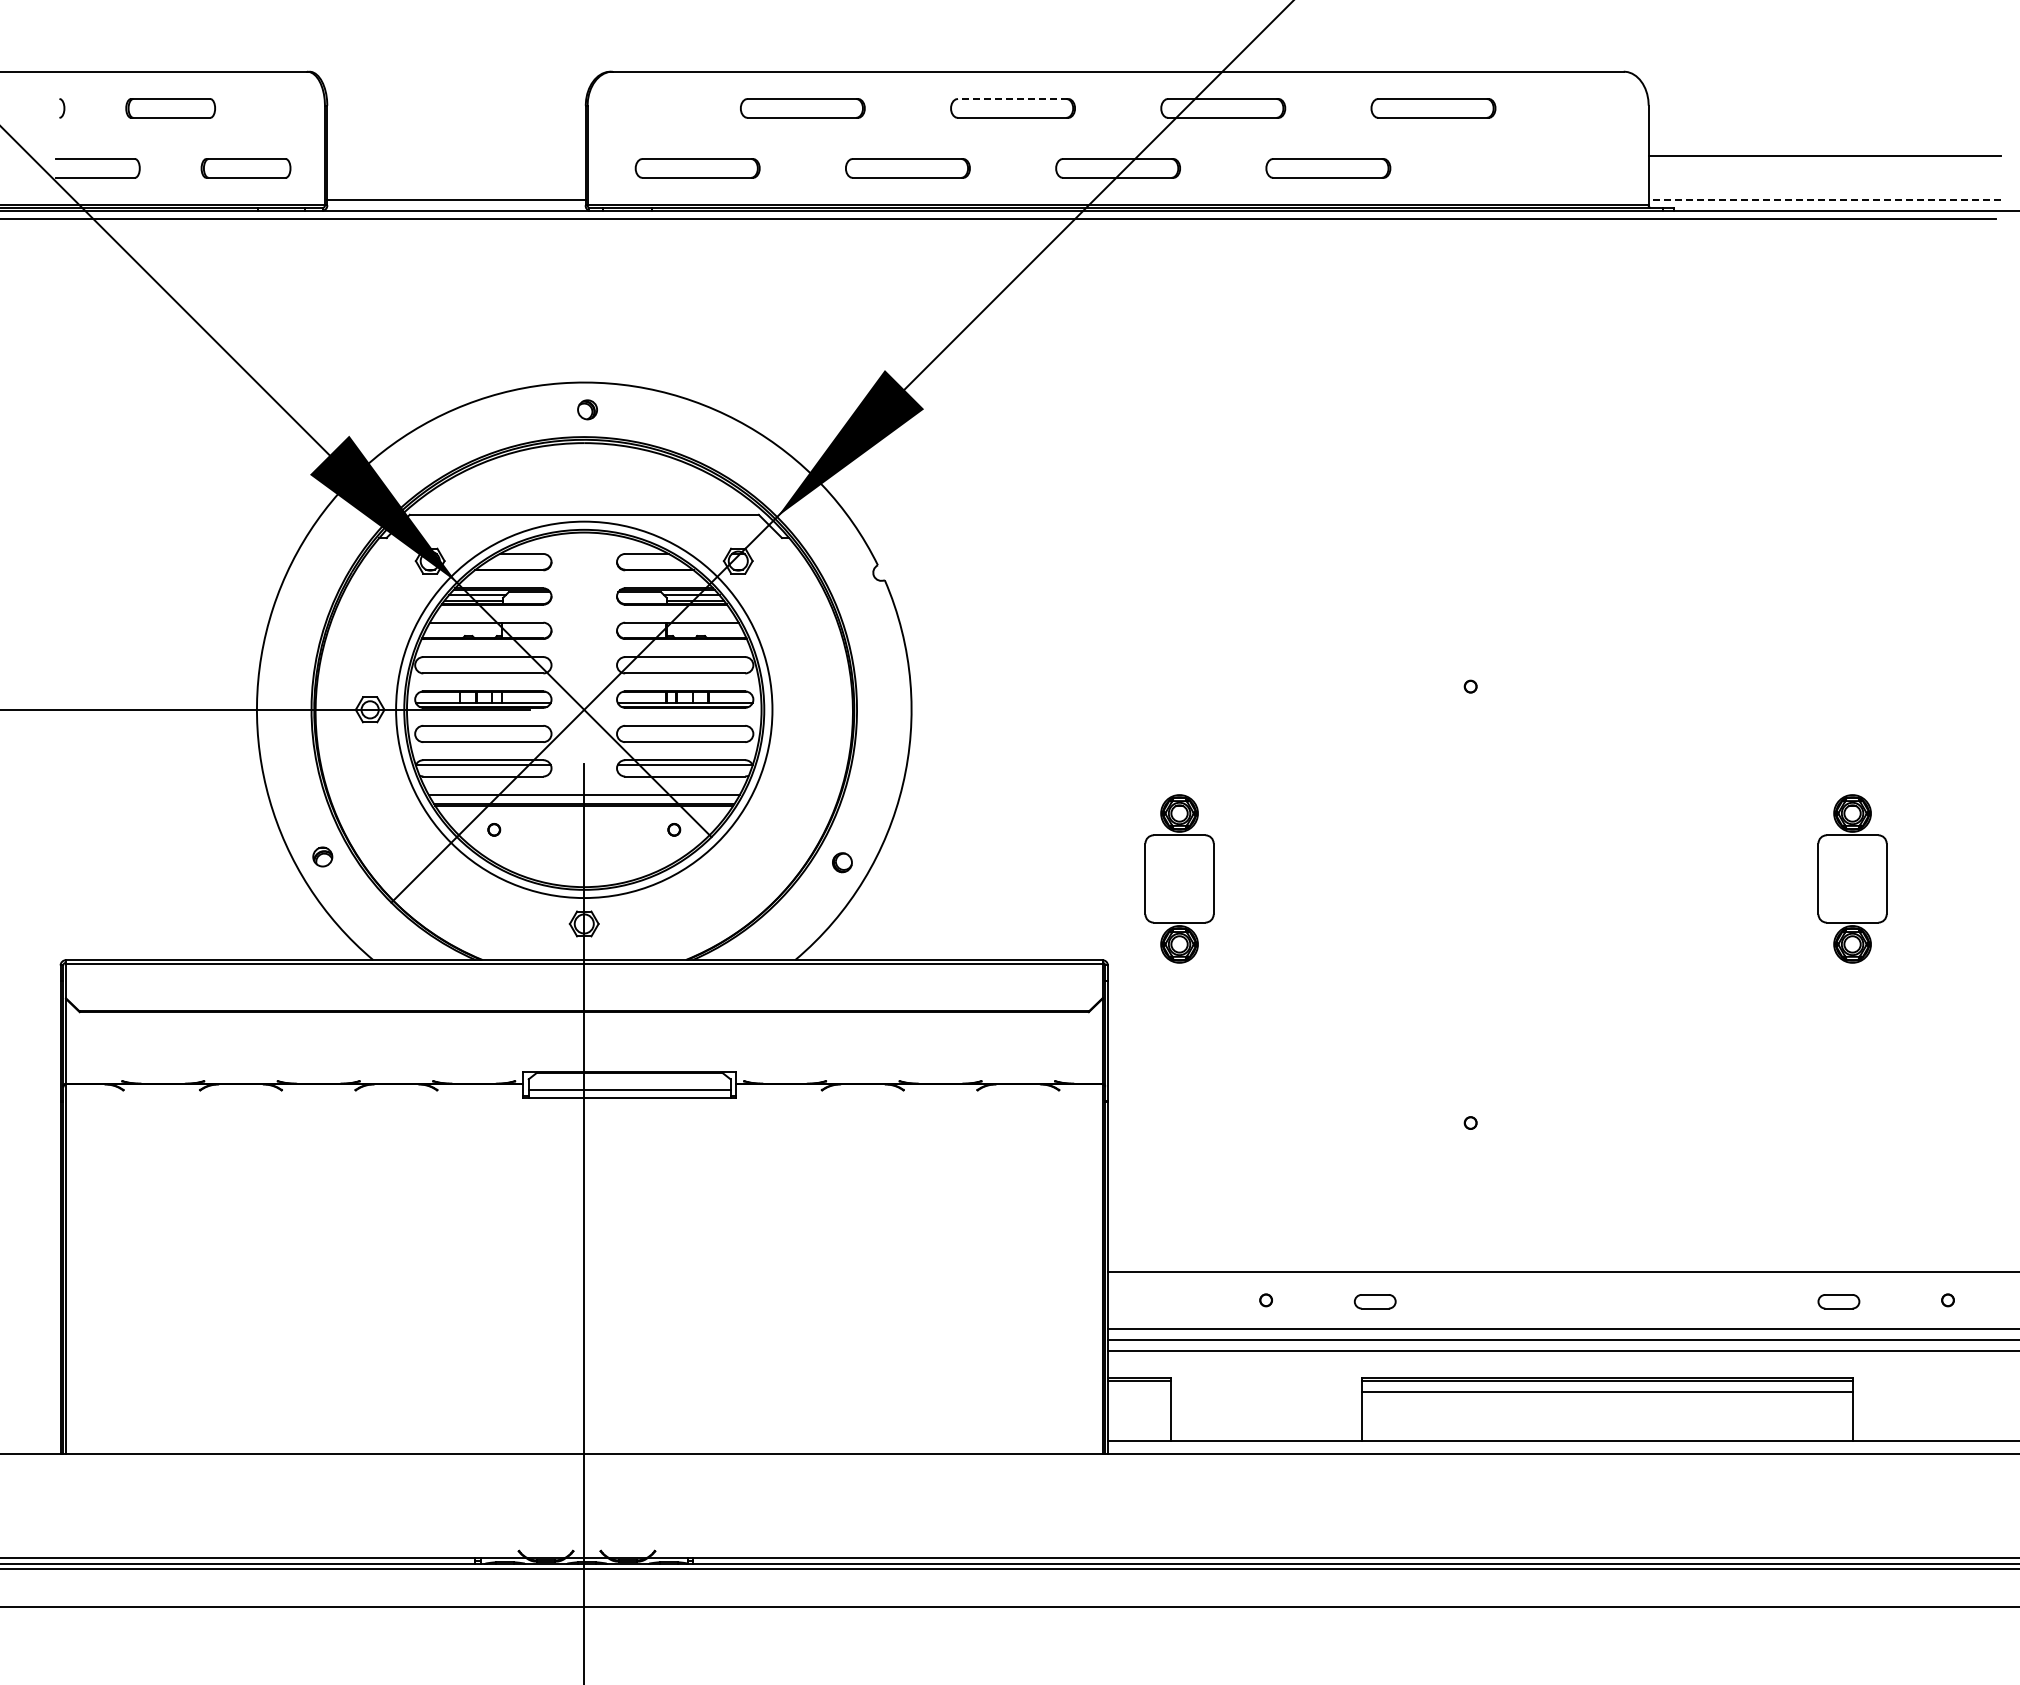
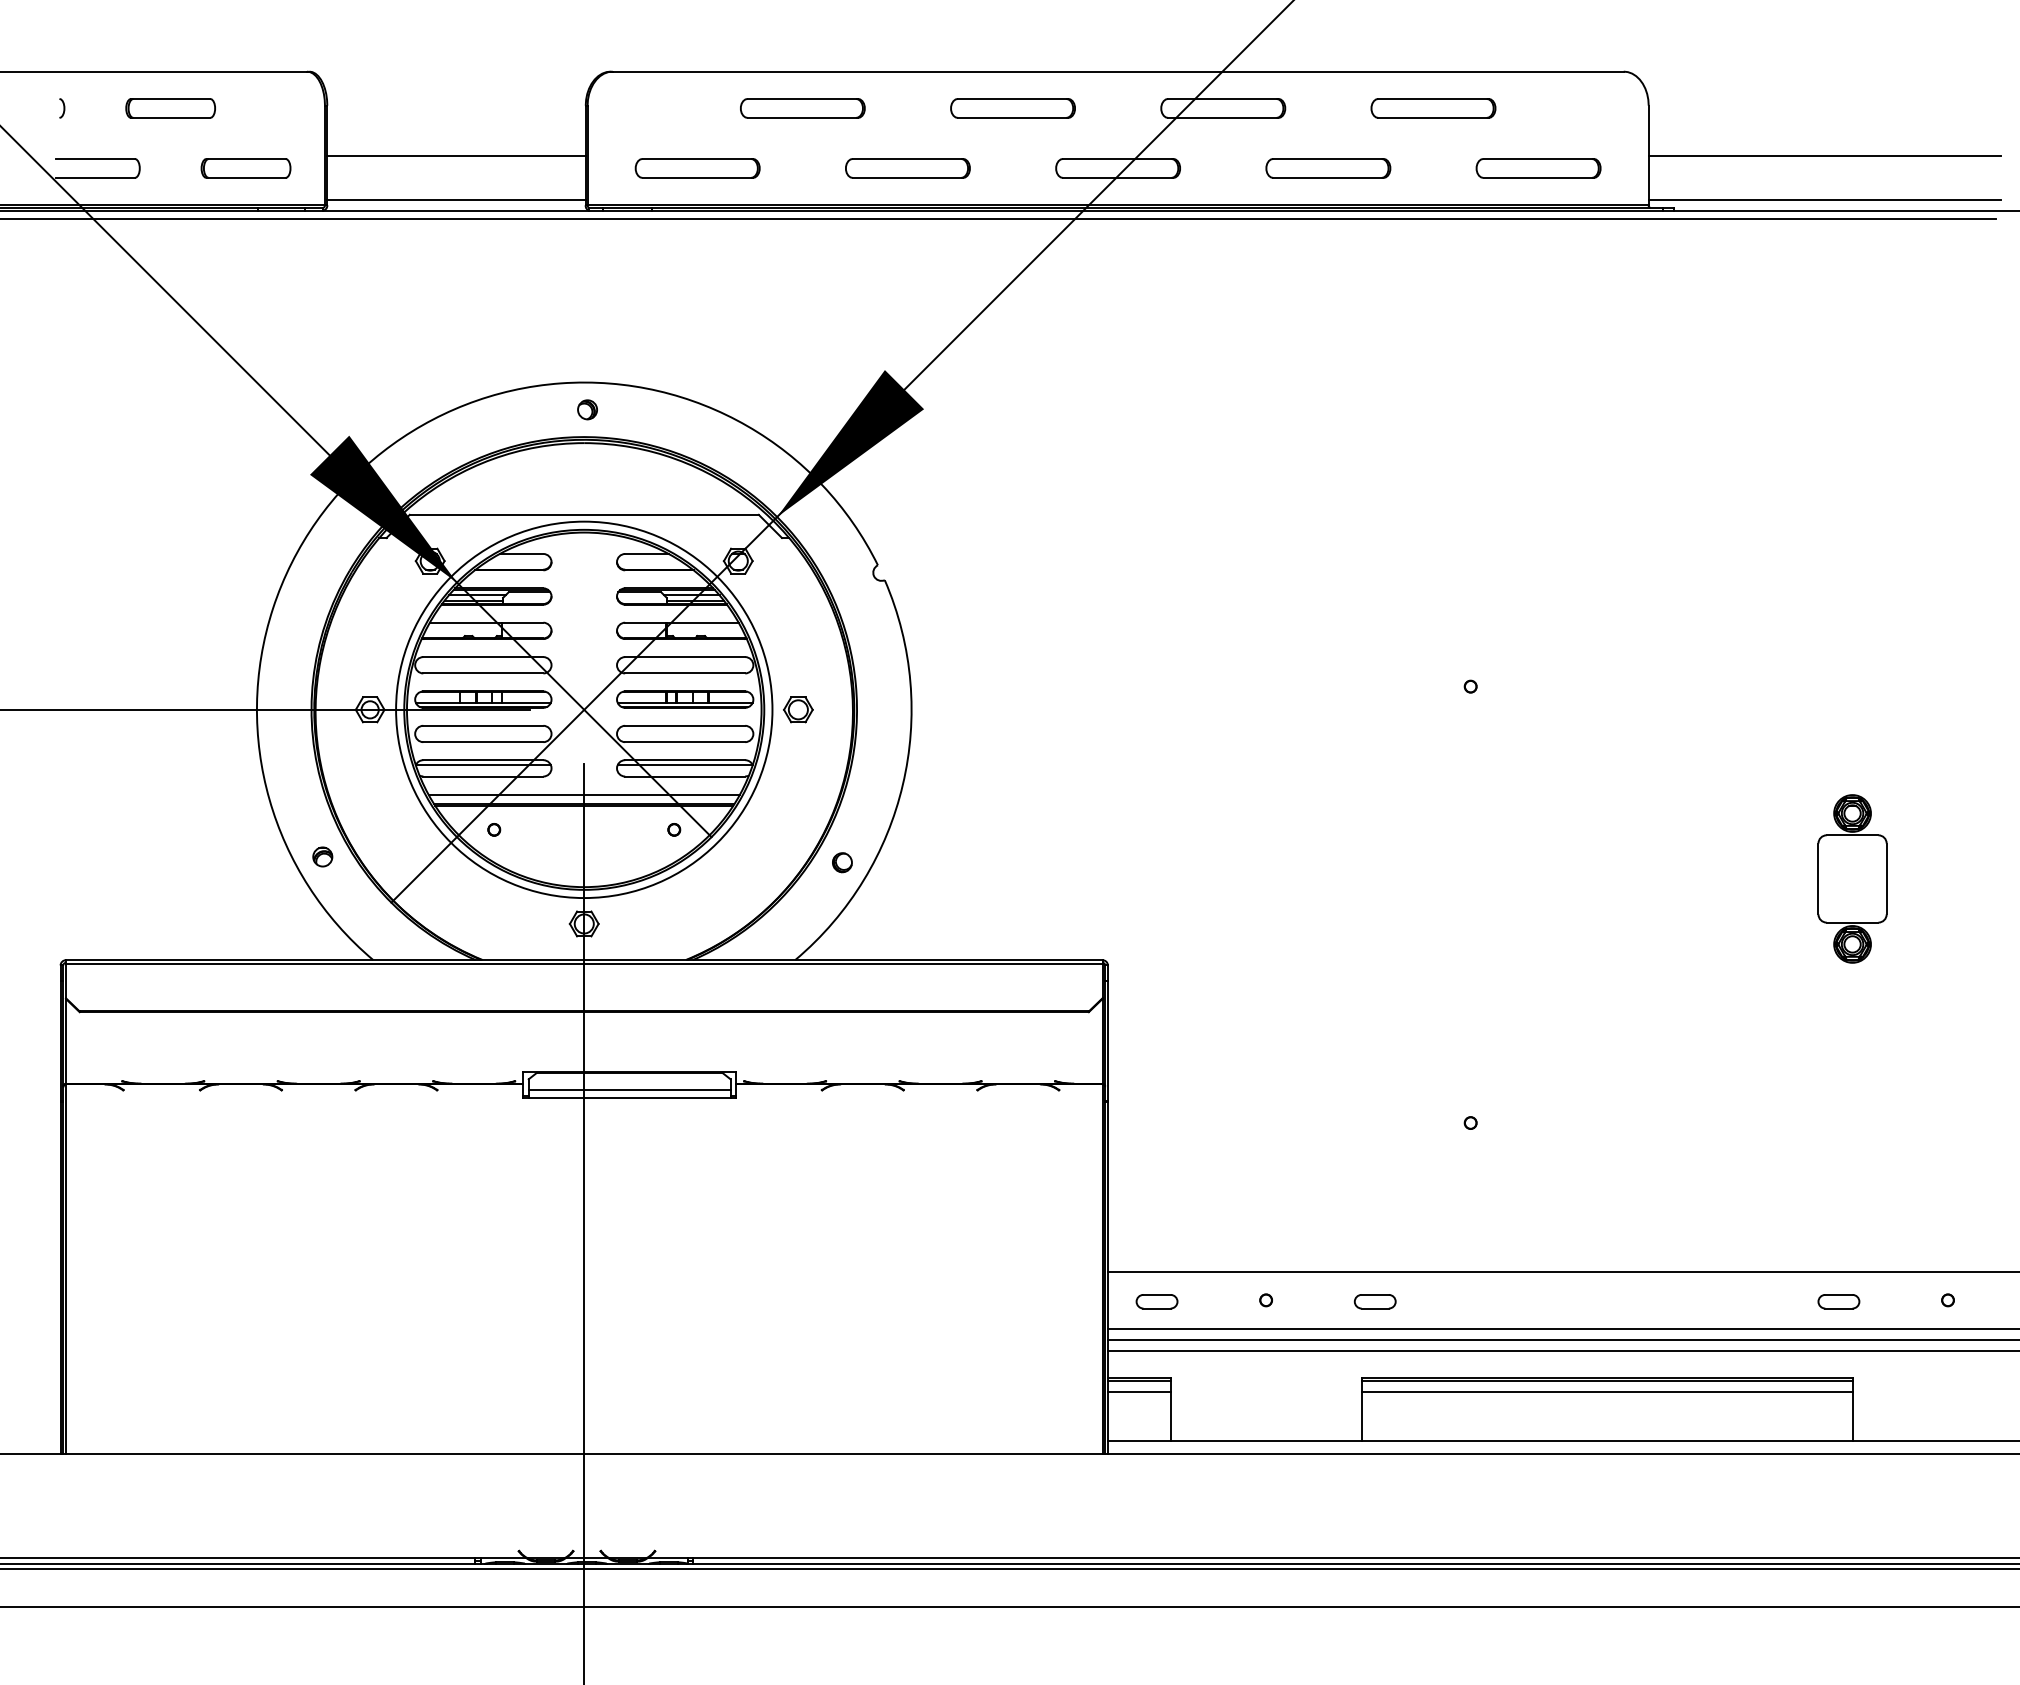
line at (1012, 98): dashed -> solid
line at (456, 156): none -> present
part at (1538, 168): none -> present
line at (1824, 199): dashed -> solid
part at (798, 709): none -> present
part at (1179, 878): present -> none
part at (1156, 1301): none -> present
line at (1138, 1391): none -> present
